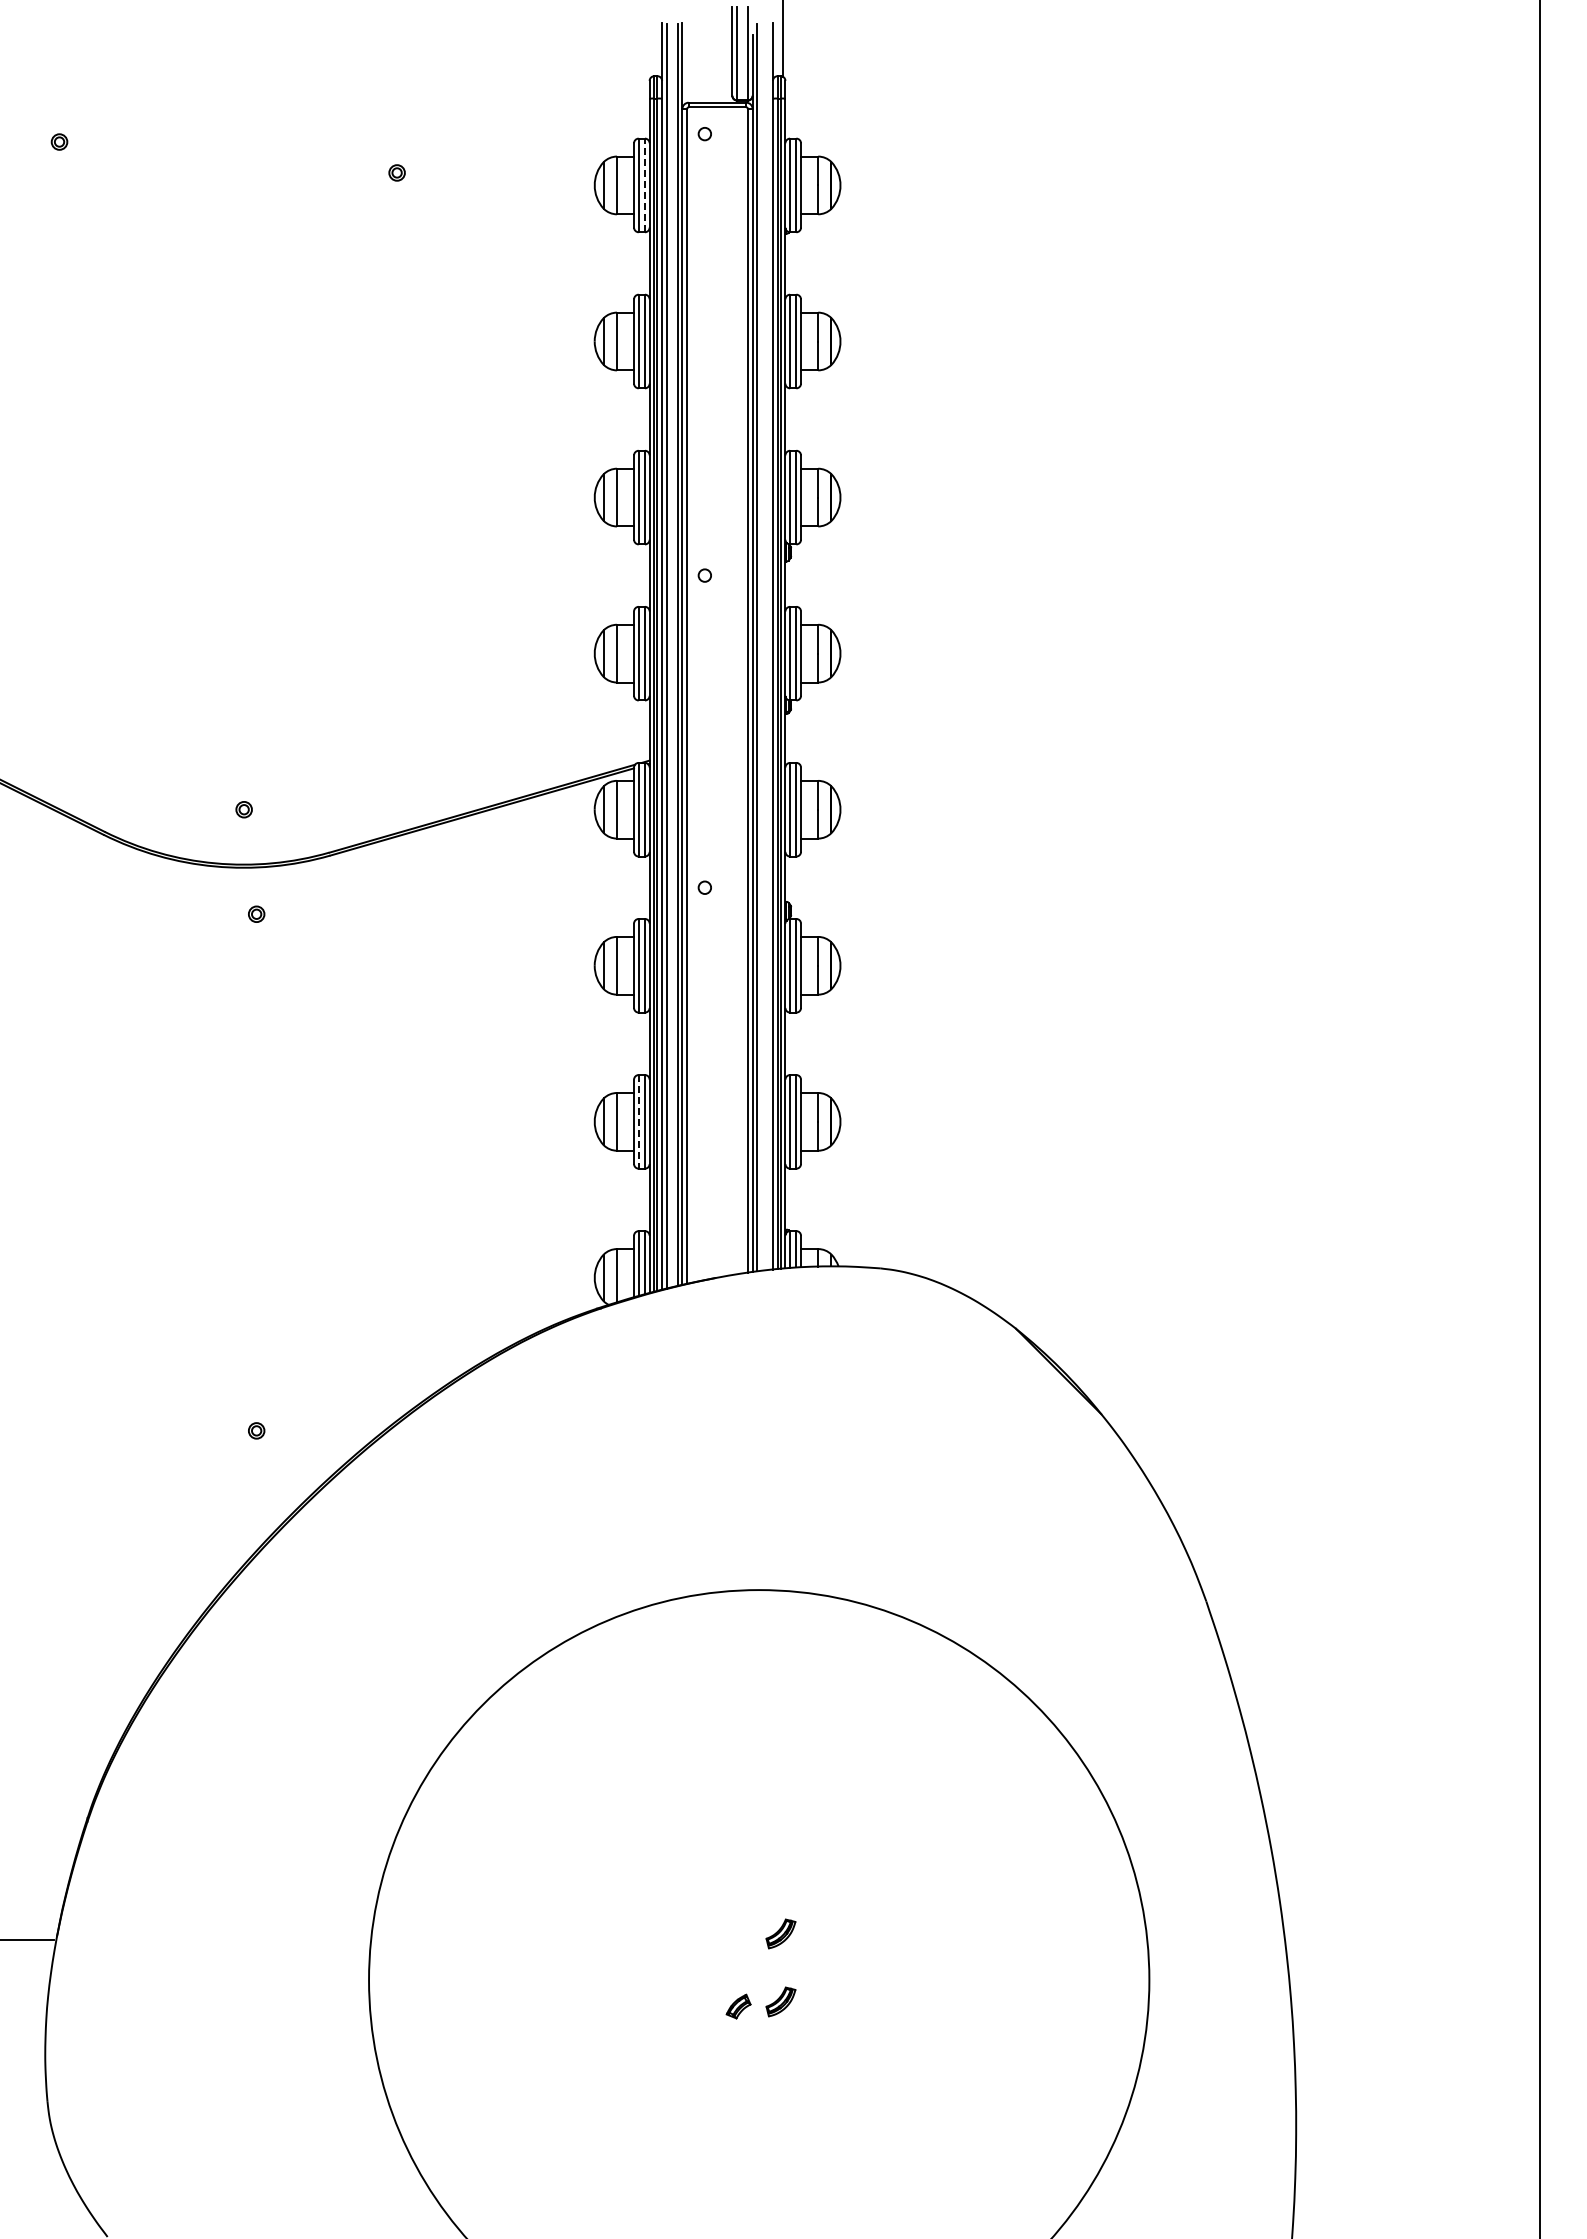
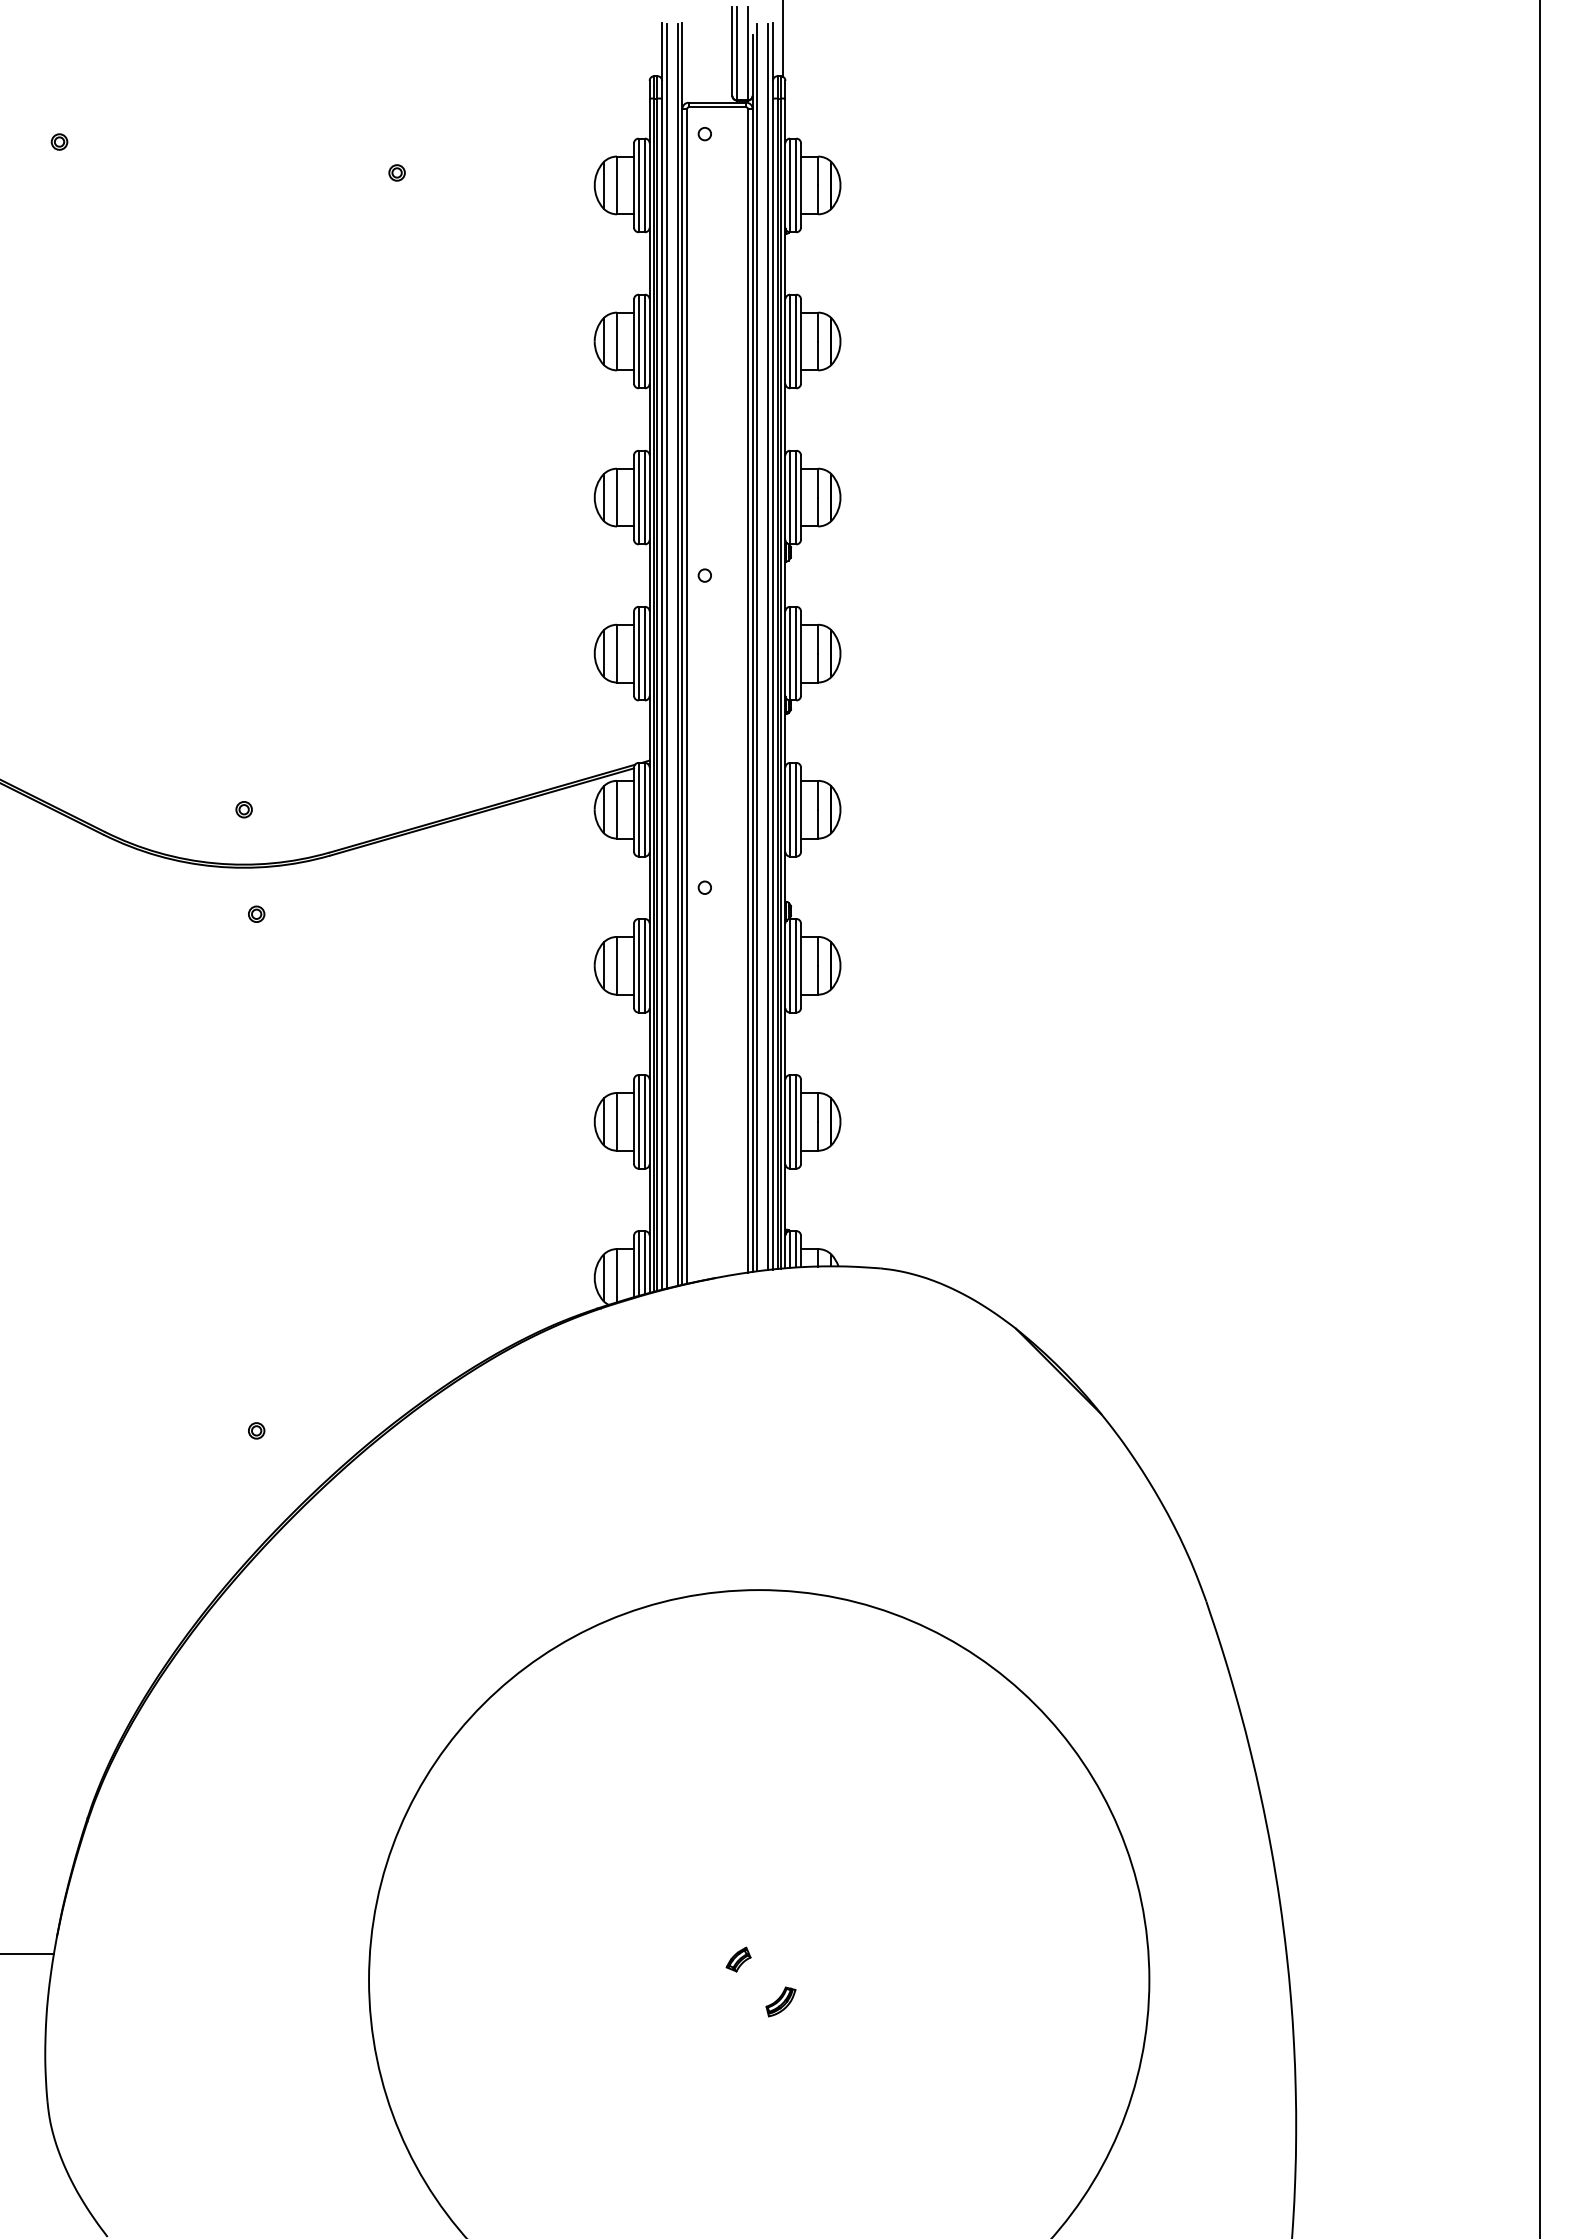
line at (644, 185): dashed -> solid
line at (768, 646): none -> present
line at (638, 1121): dashed -> solid
part at (780, 1933): present -> none
line at (27, 1939) position: (27, 1939) -> (27, 1953)
part at (738, 2006) position: (738, 2006) -> (738, 1959)
